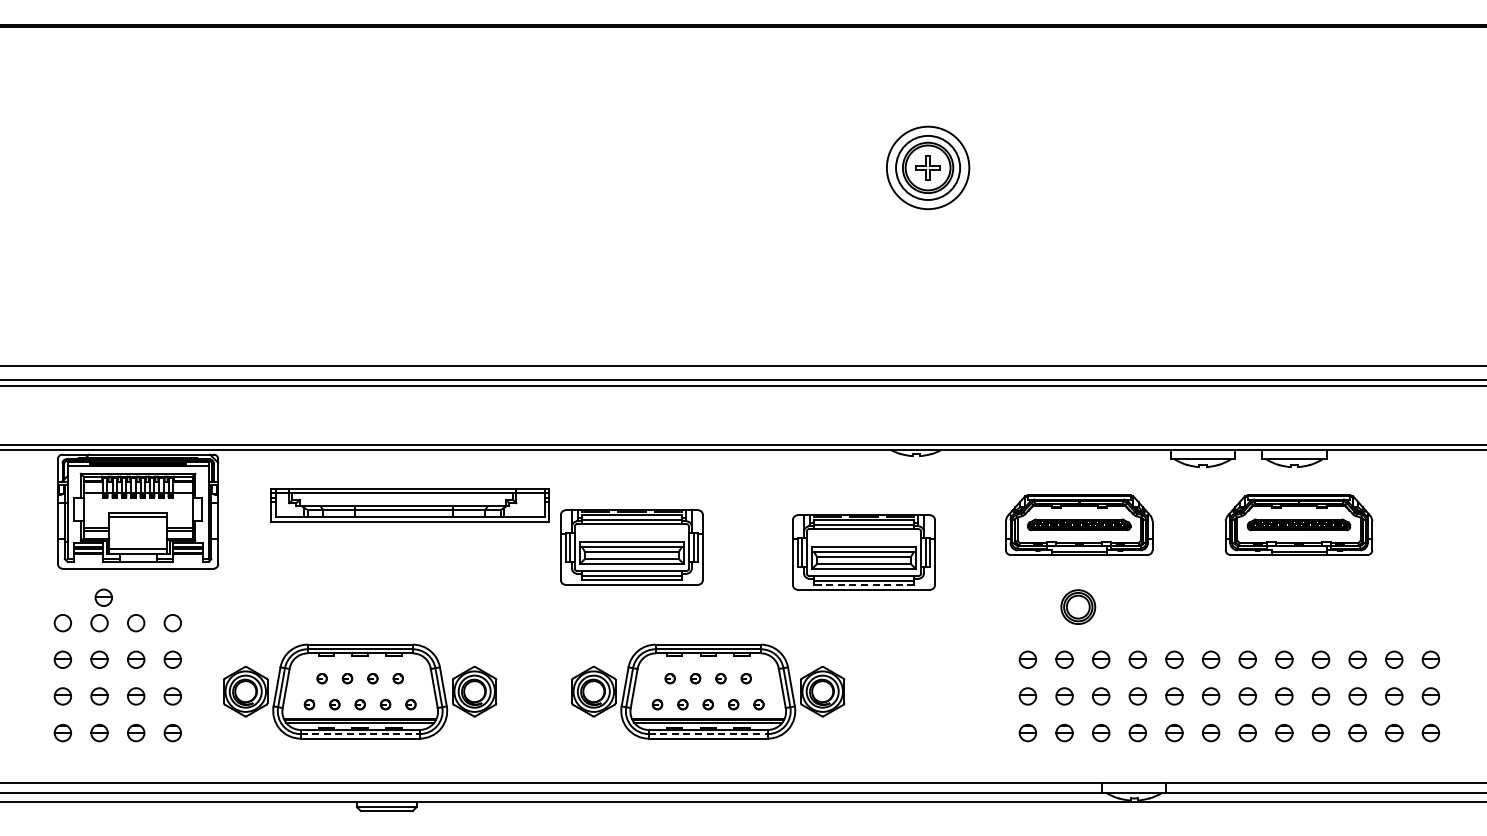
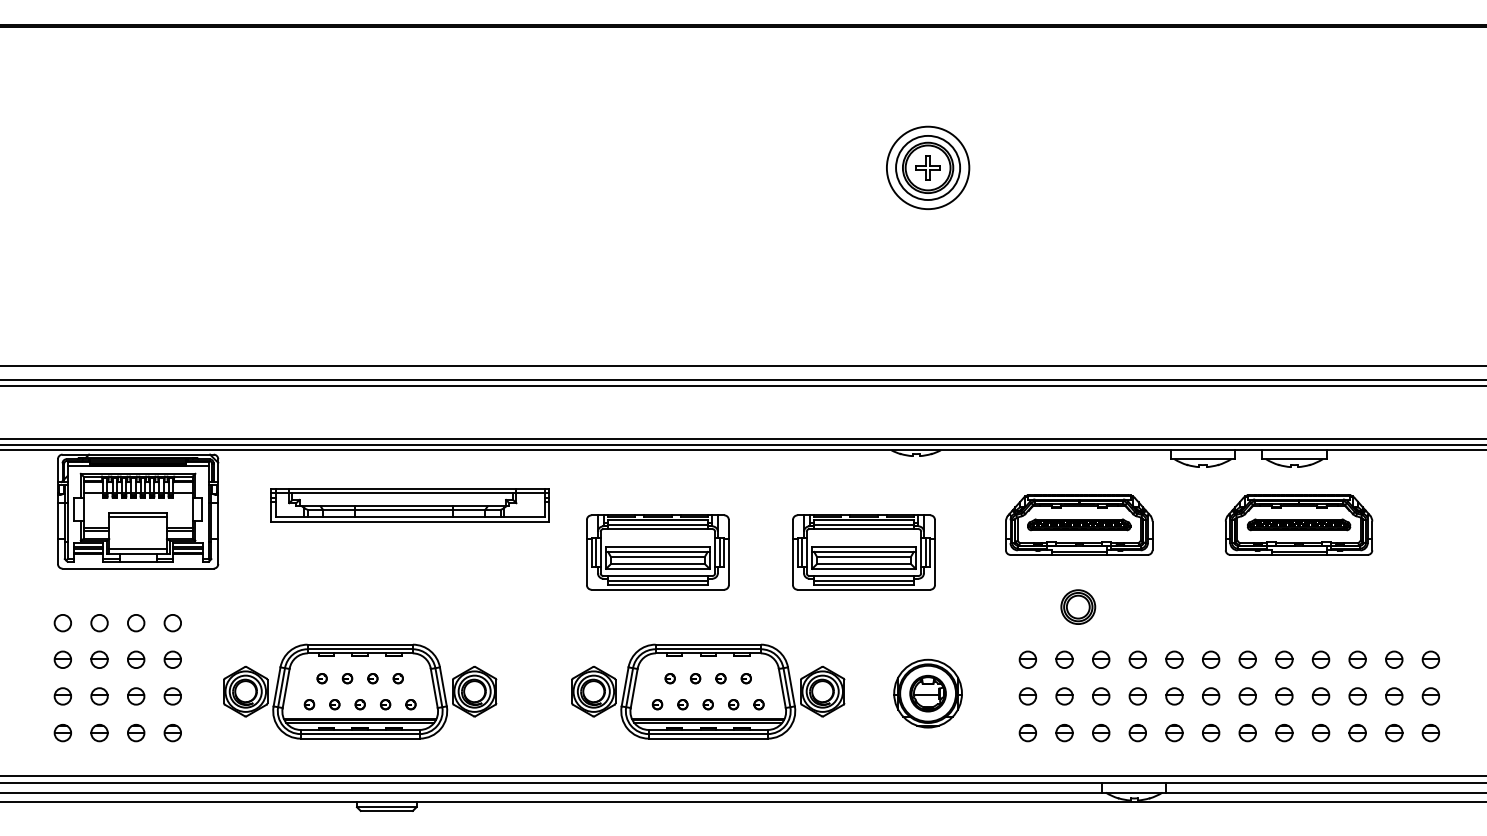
line at (742, 439): none -> present
part at (631, 547) position: (631, 547) -> (657, 552)
line at (863, 585): dashed -> solid
part at (103, 597): present -> none
part at (927, 693): none -> present
line at (360, 734): dashed -> solid
line at (708, 734): dashed -> solid
line at (742, 776): none -> present
